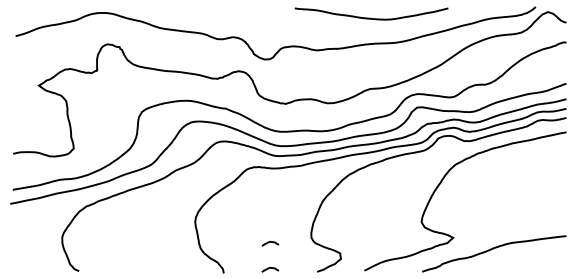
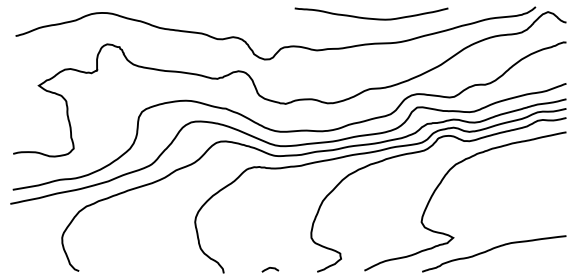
curve at (270, 242): present -> none
